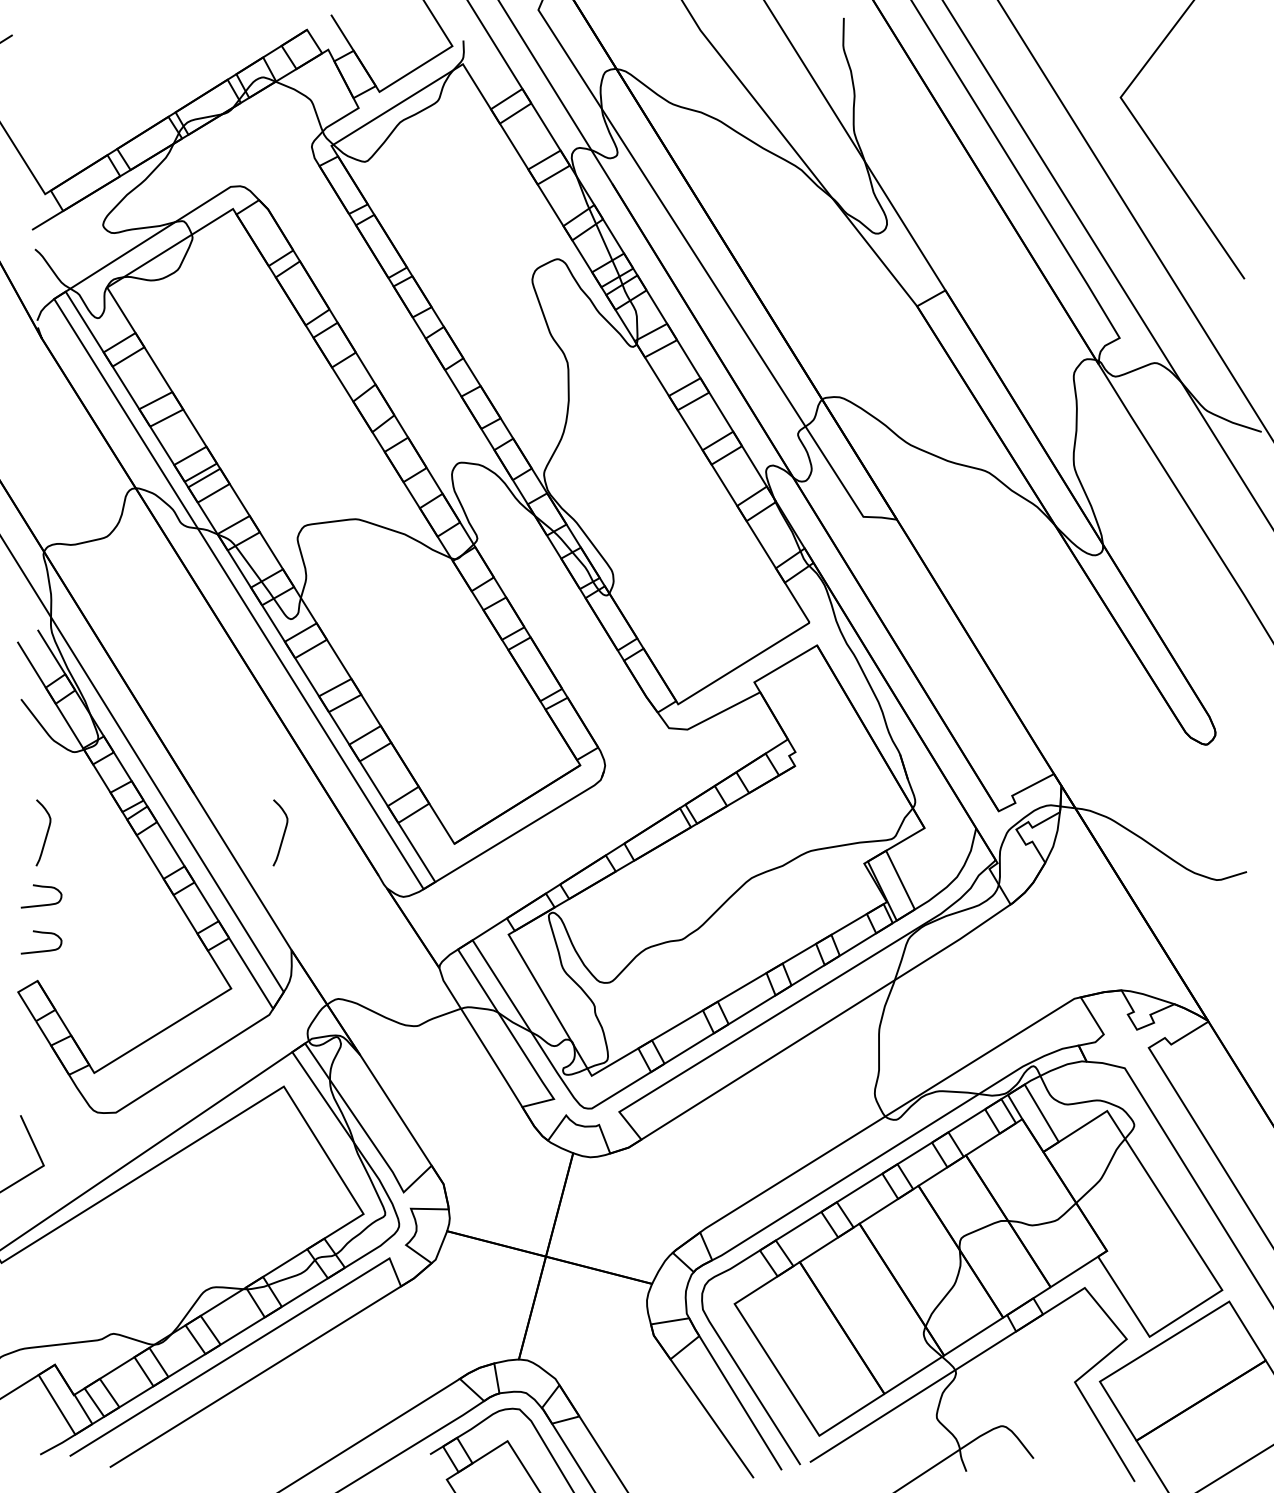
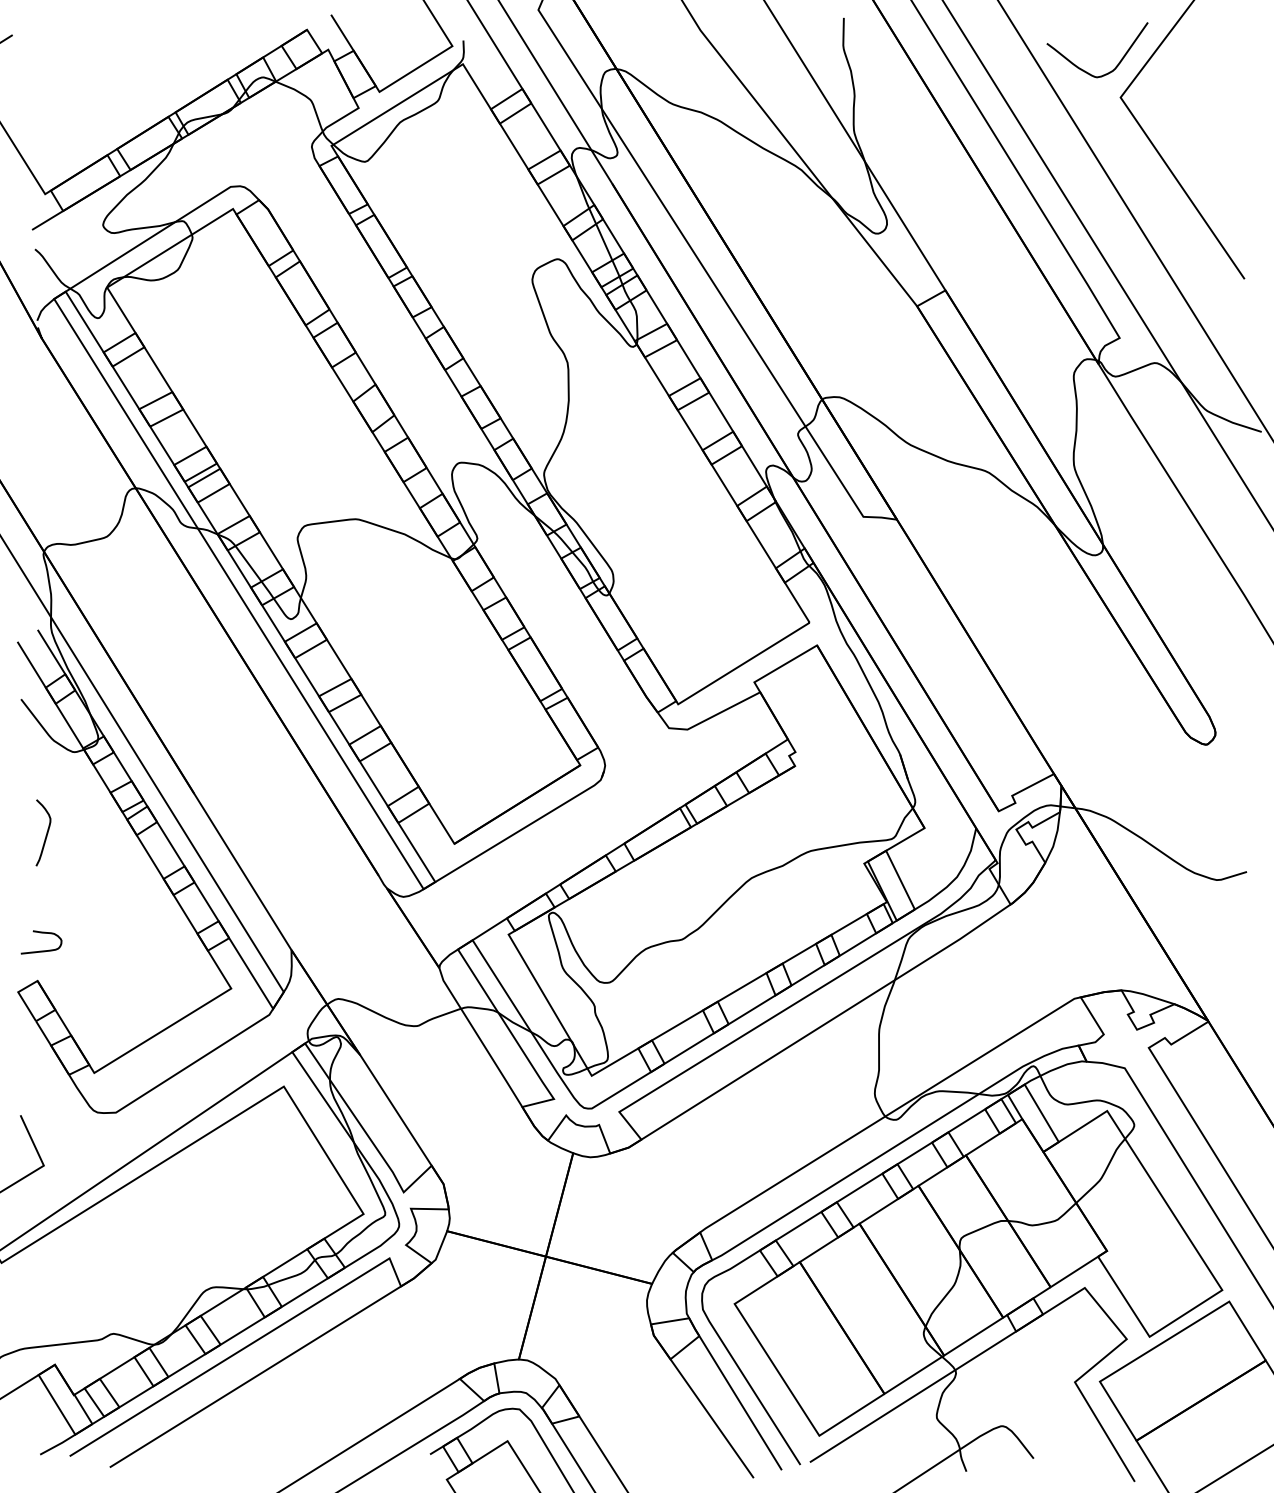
curve at (1085, 70): none -> present
curve at (283, 832): present -> none
curve at (41, 904): present -> none
